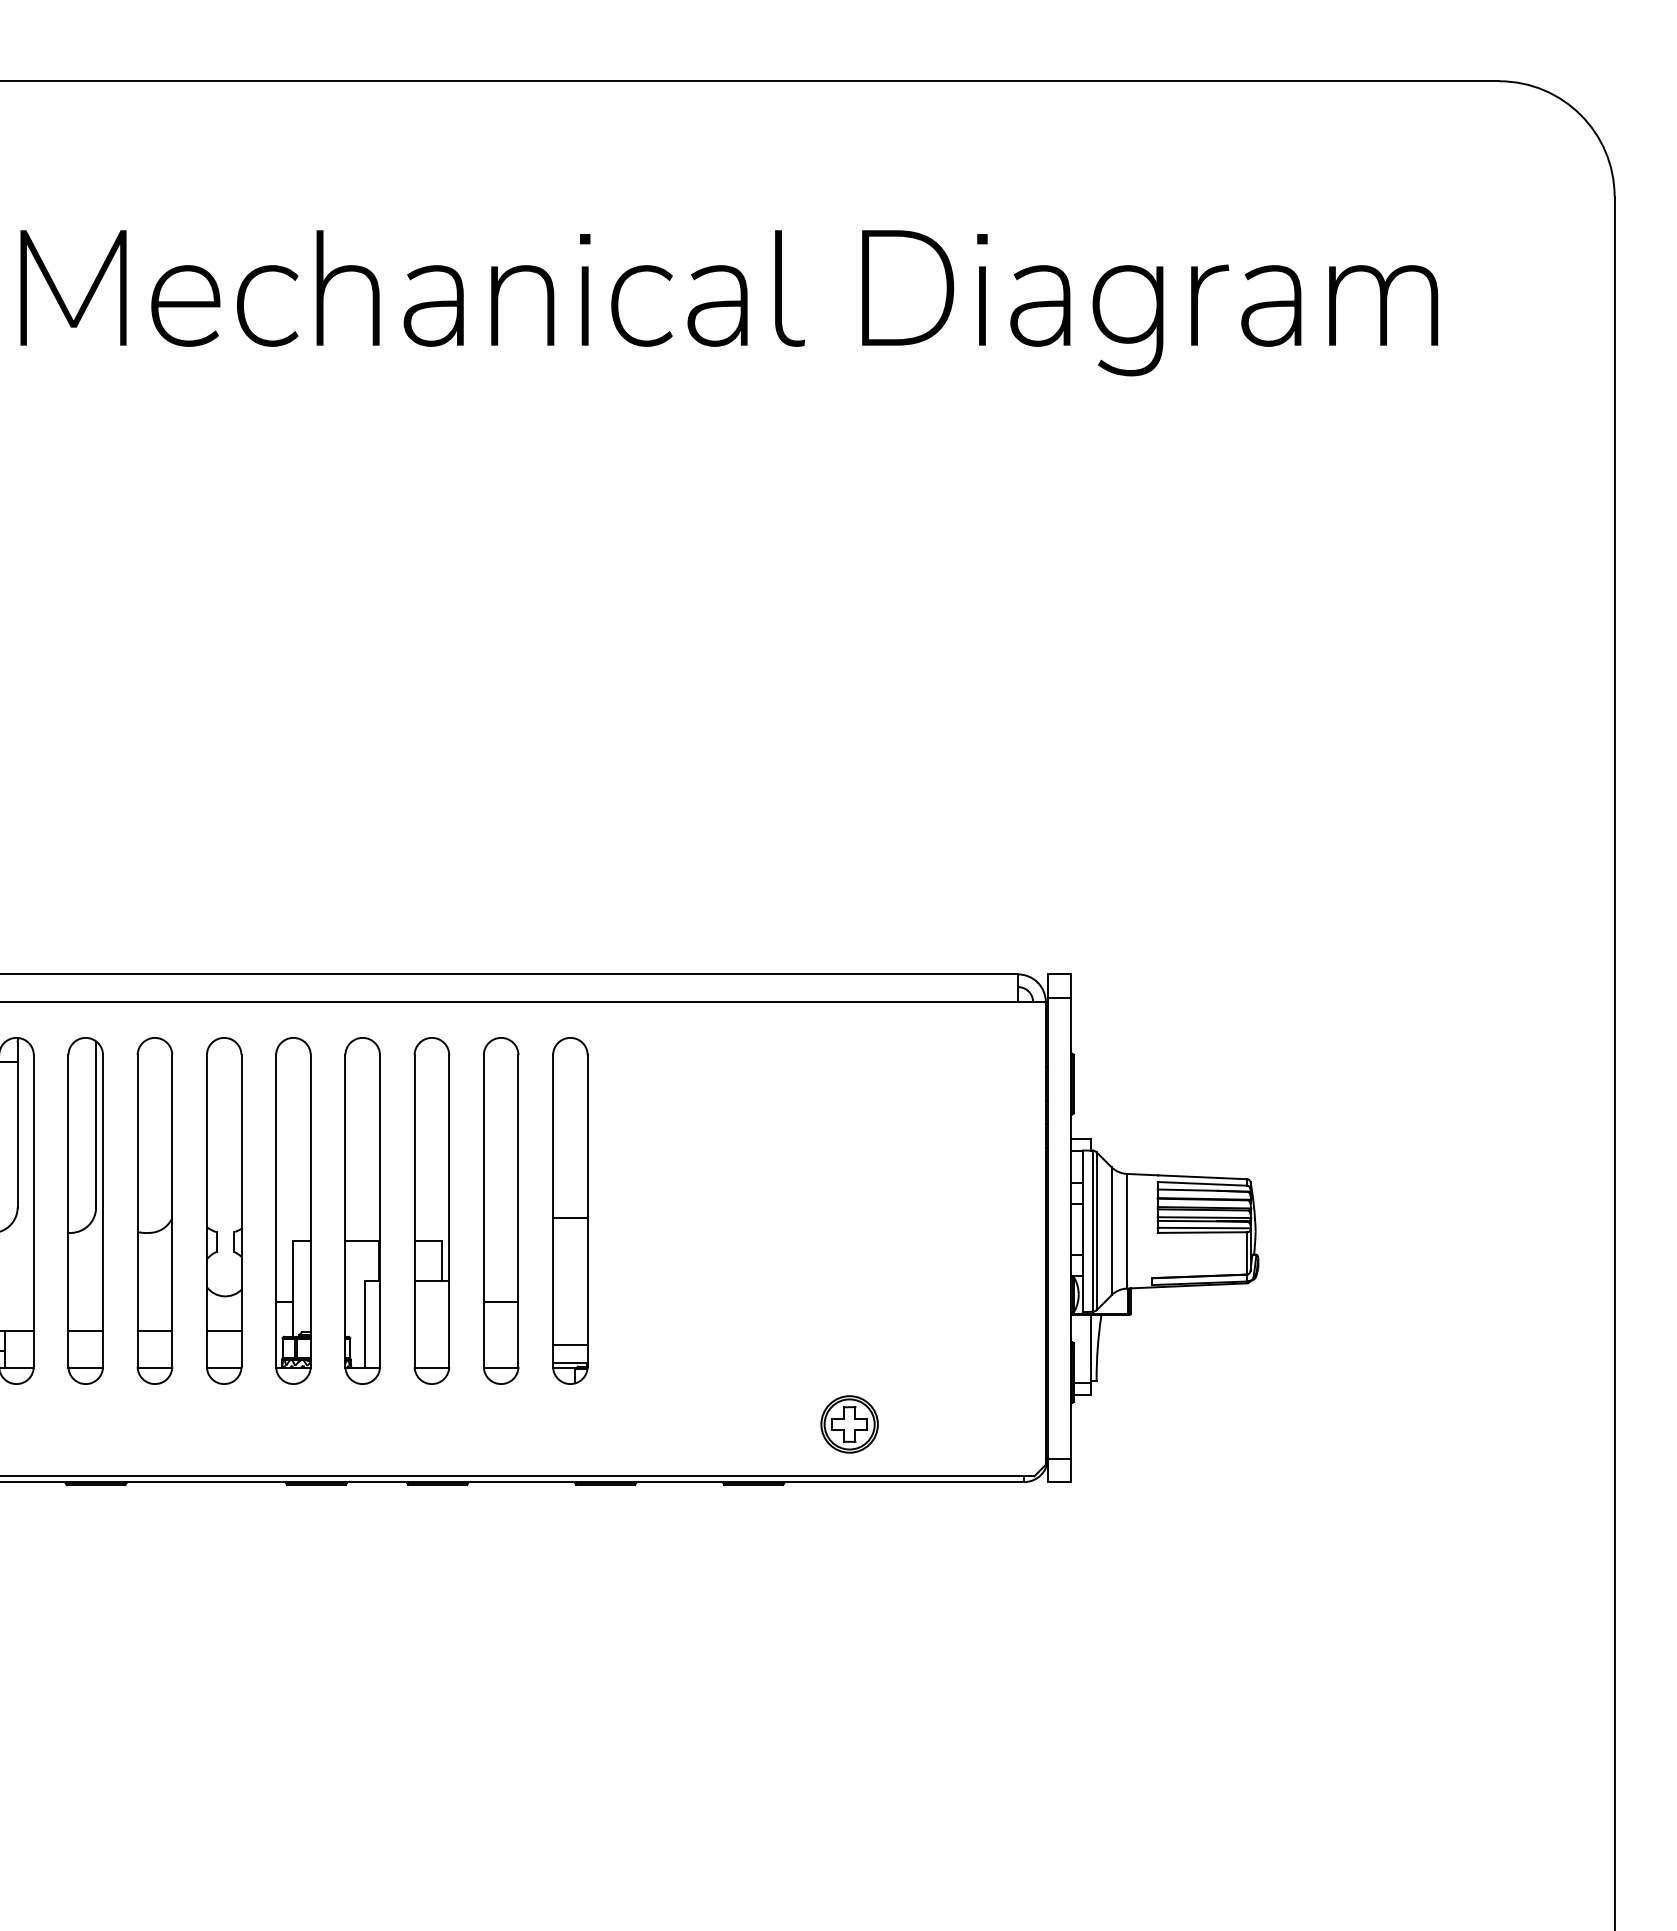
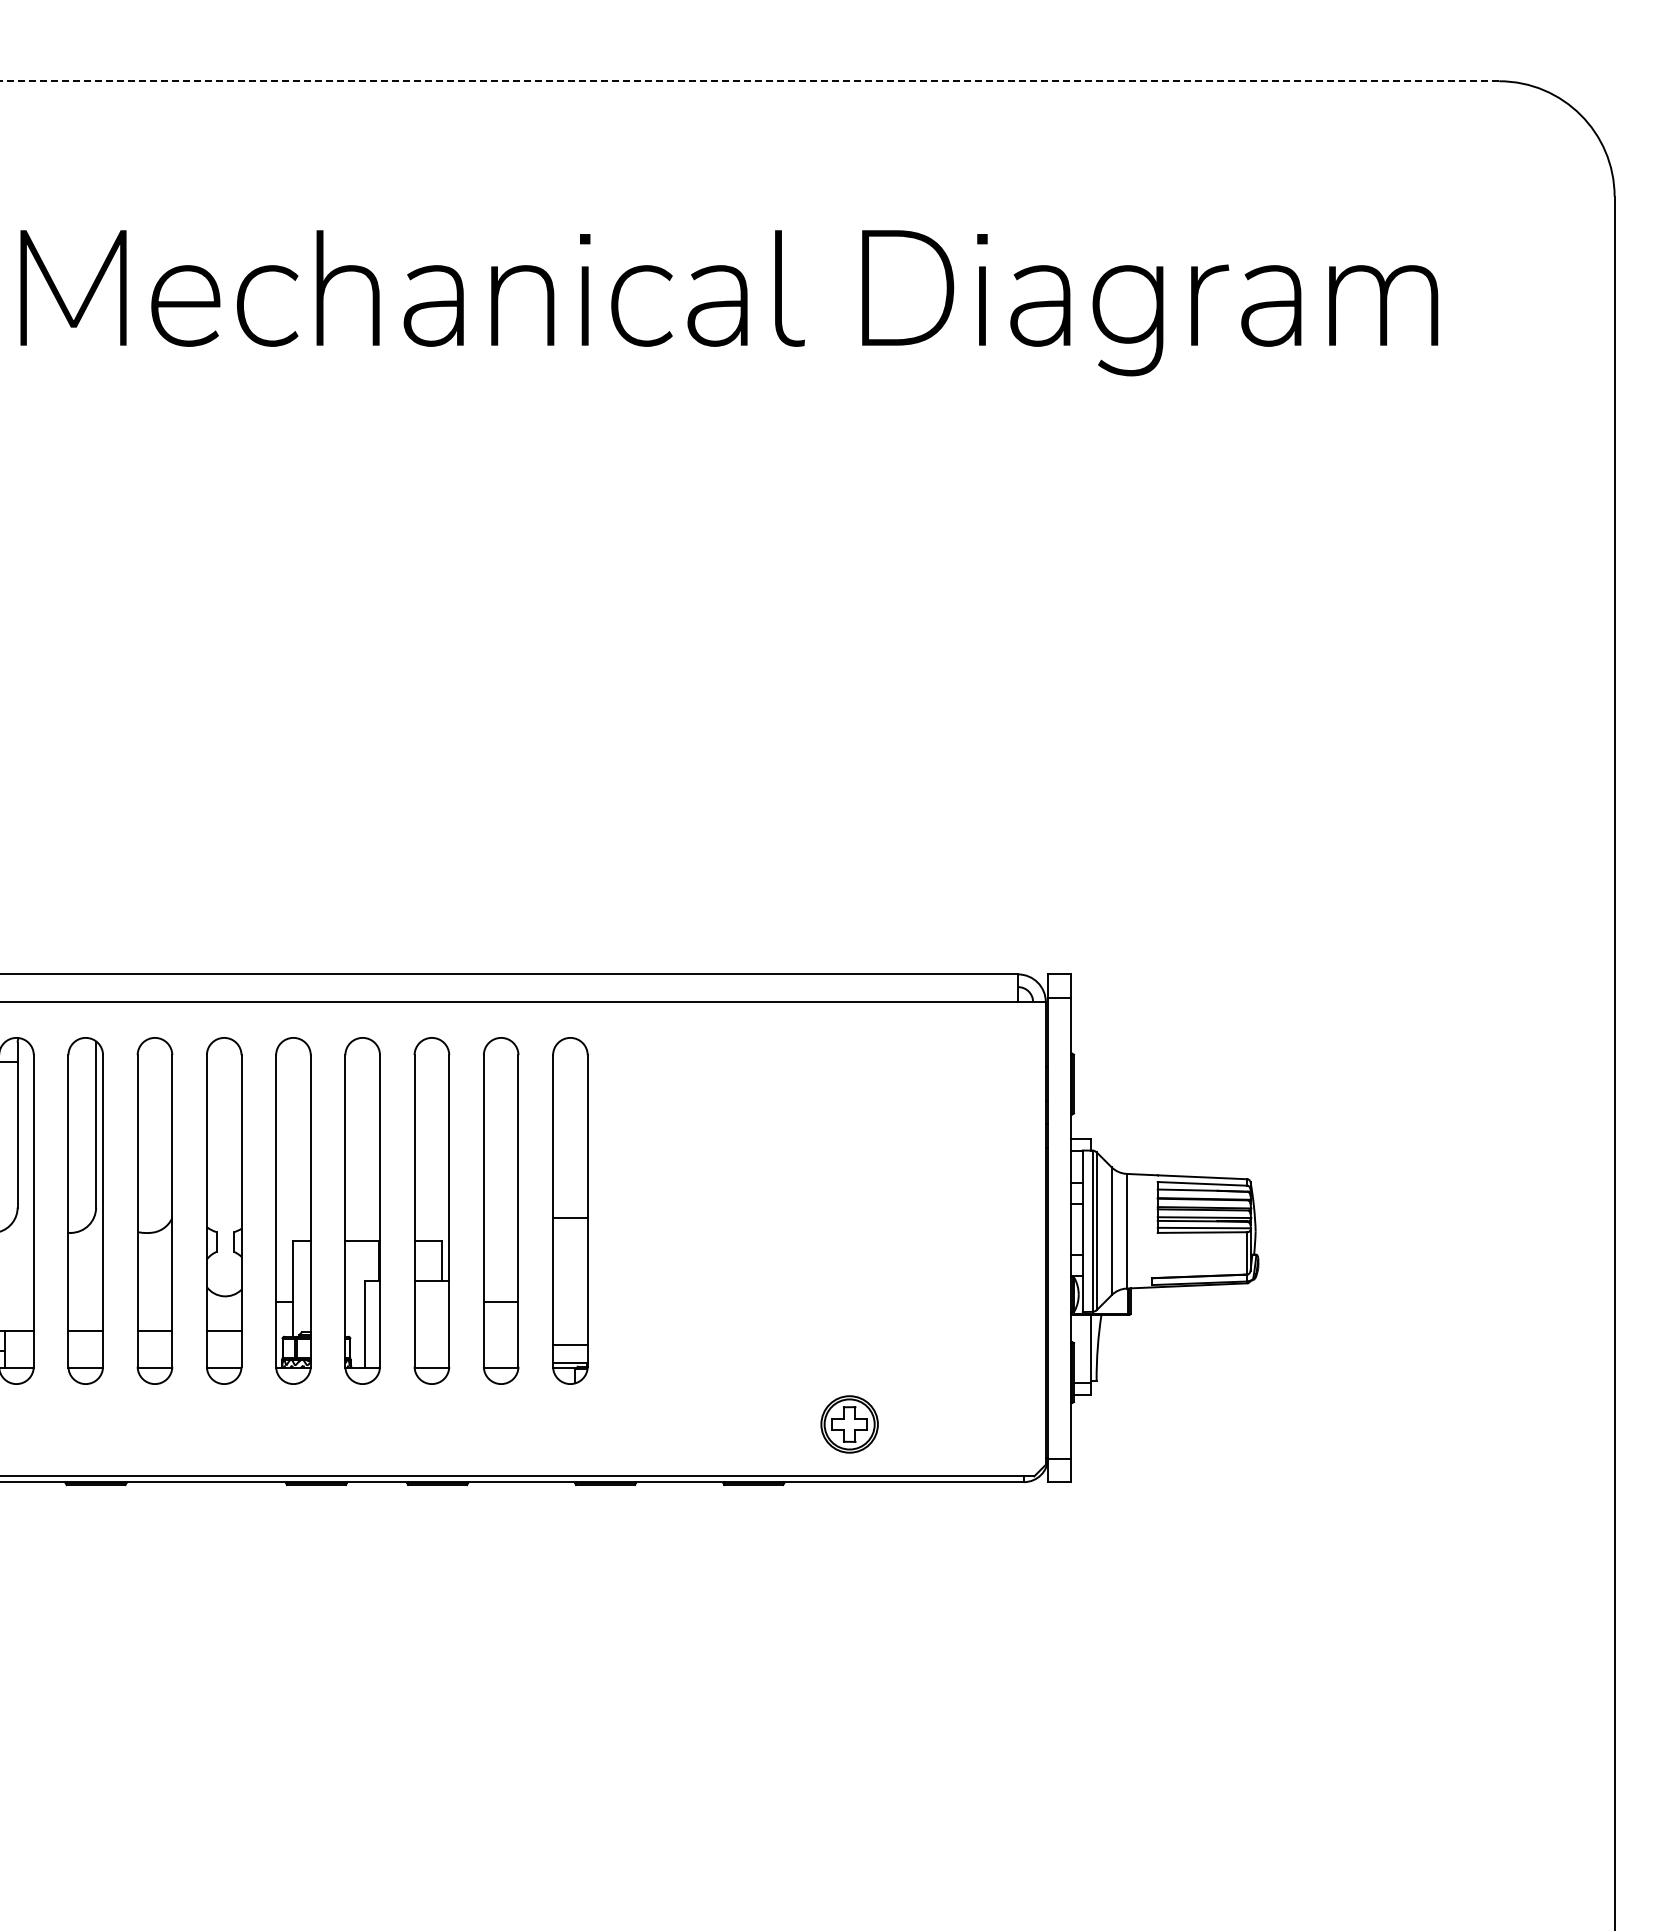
line at (749, 81): solid -> dashed
